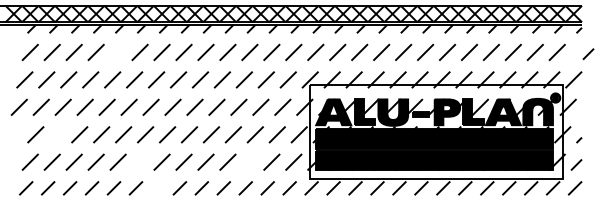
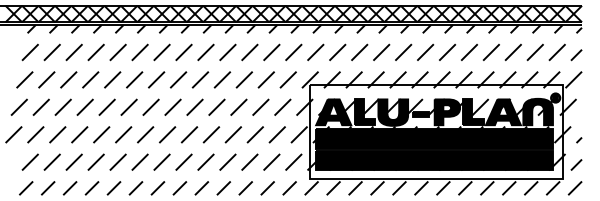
line at (117, 52): none -> present
line at (588, 54) position: (588, 54) -> (576, 55)
line at (13, 134): none -> present
line at (57, 134): none -> present
line at (139, 161): none -> present
line at (249, 161): none -> present
line at (157, 188): none -> present
